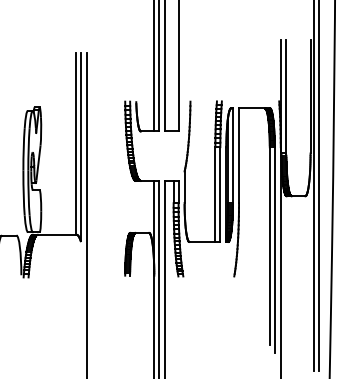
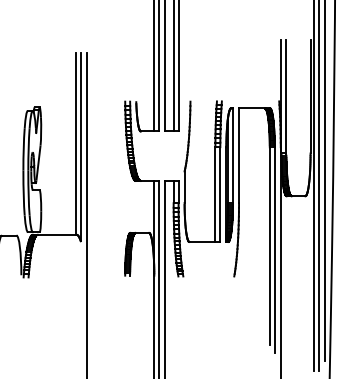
line at (173, 66): none -> present
line at (324, 181): none -> present
